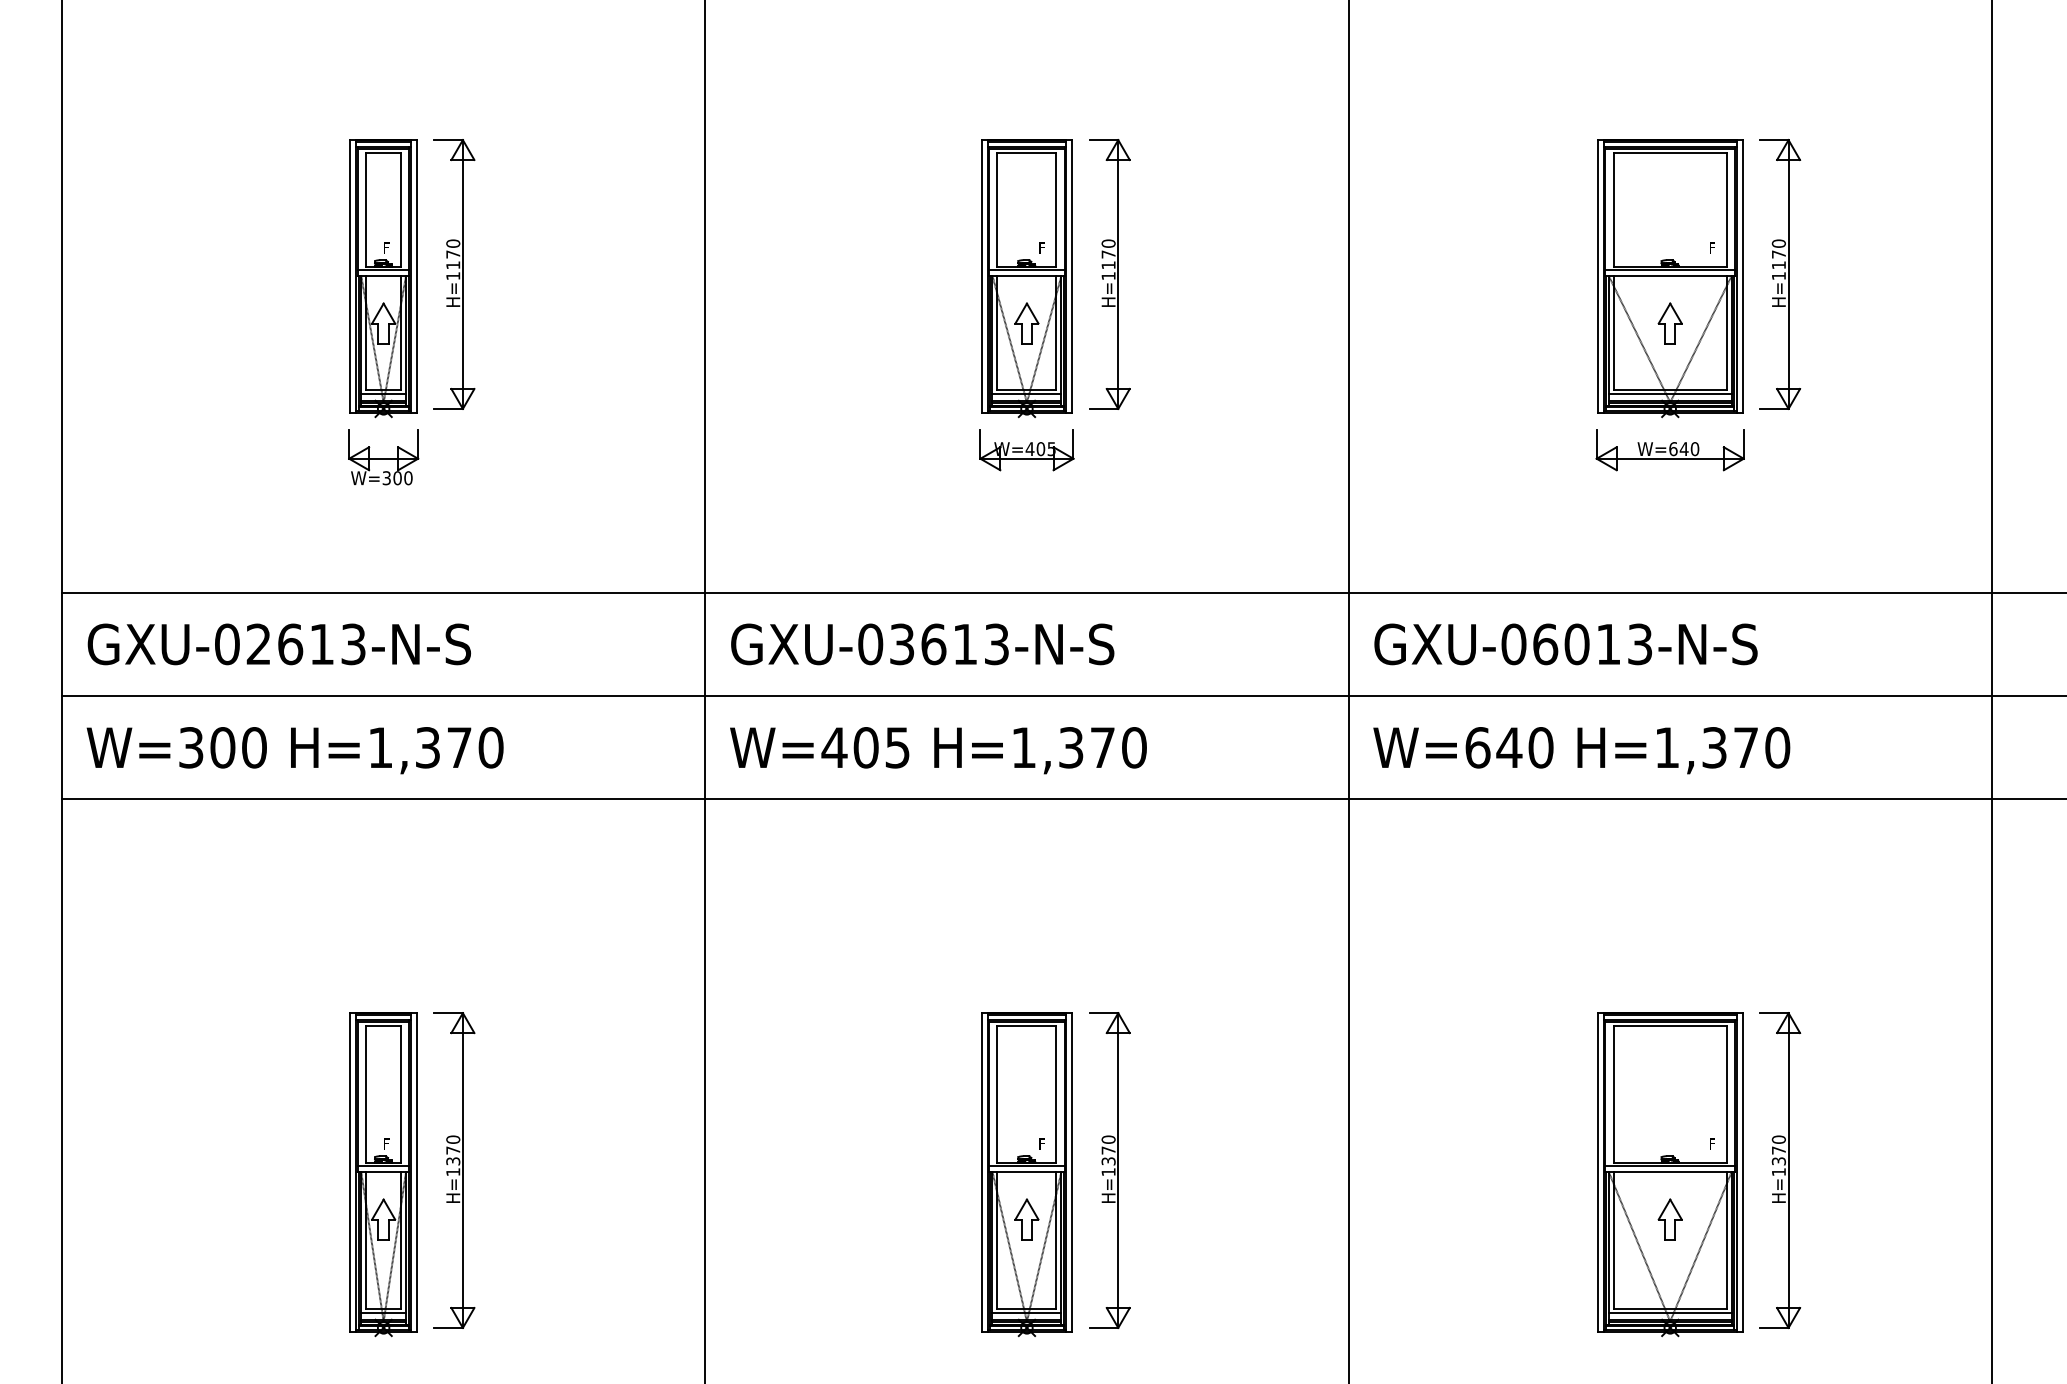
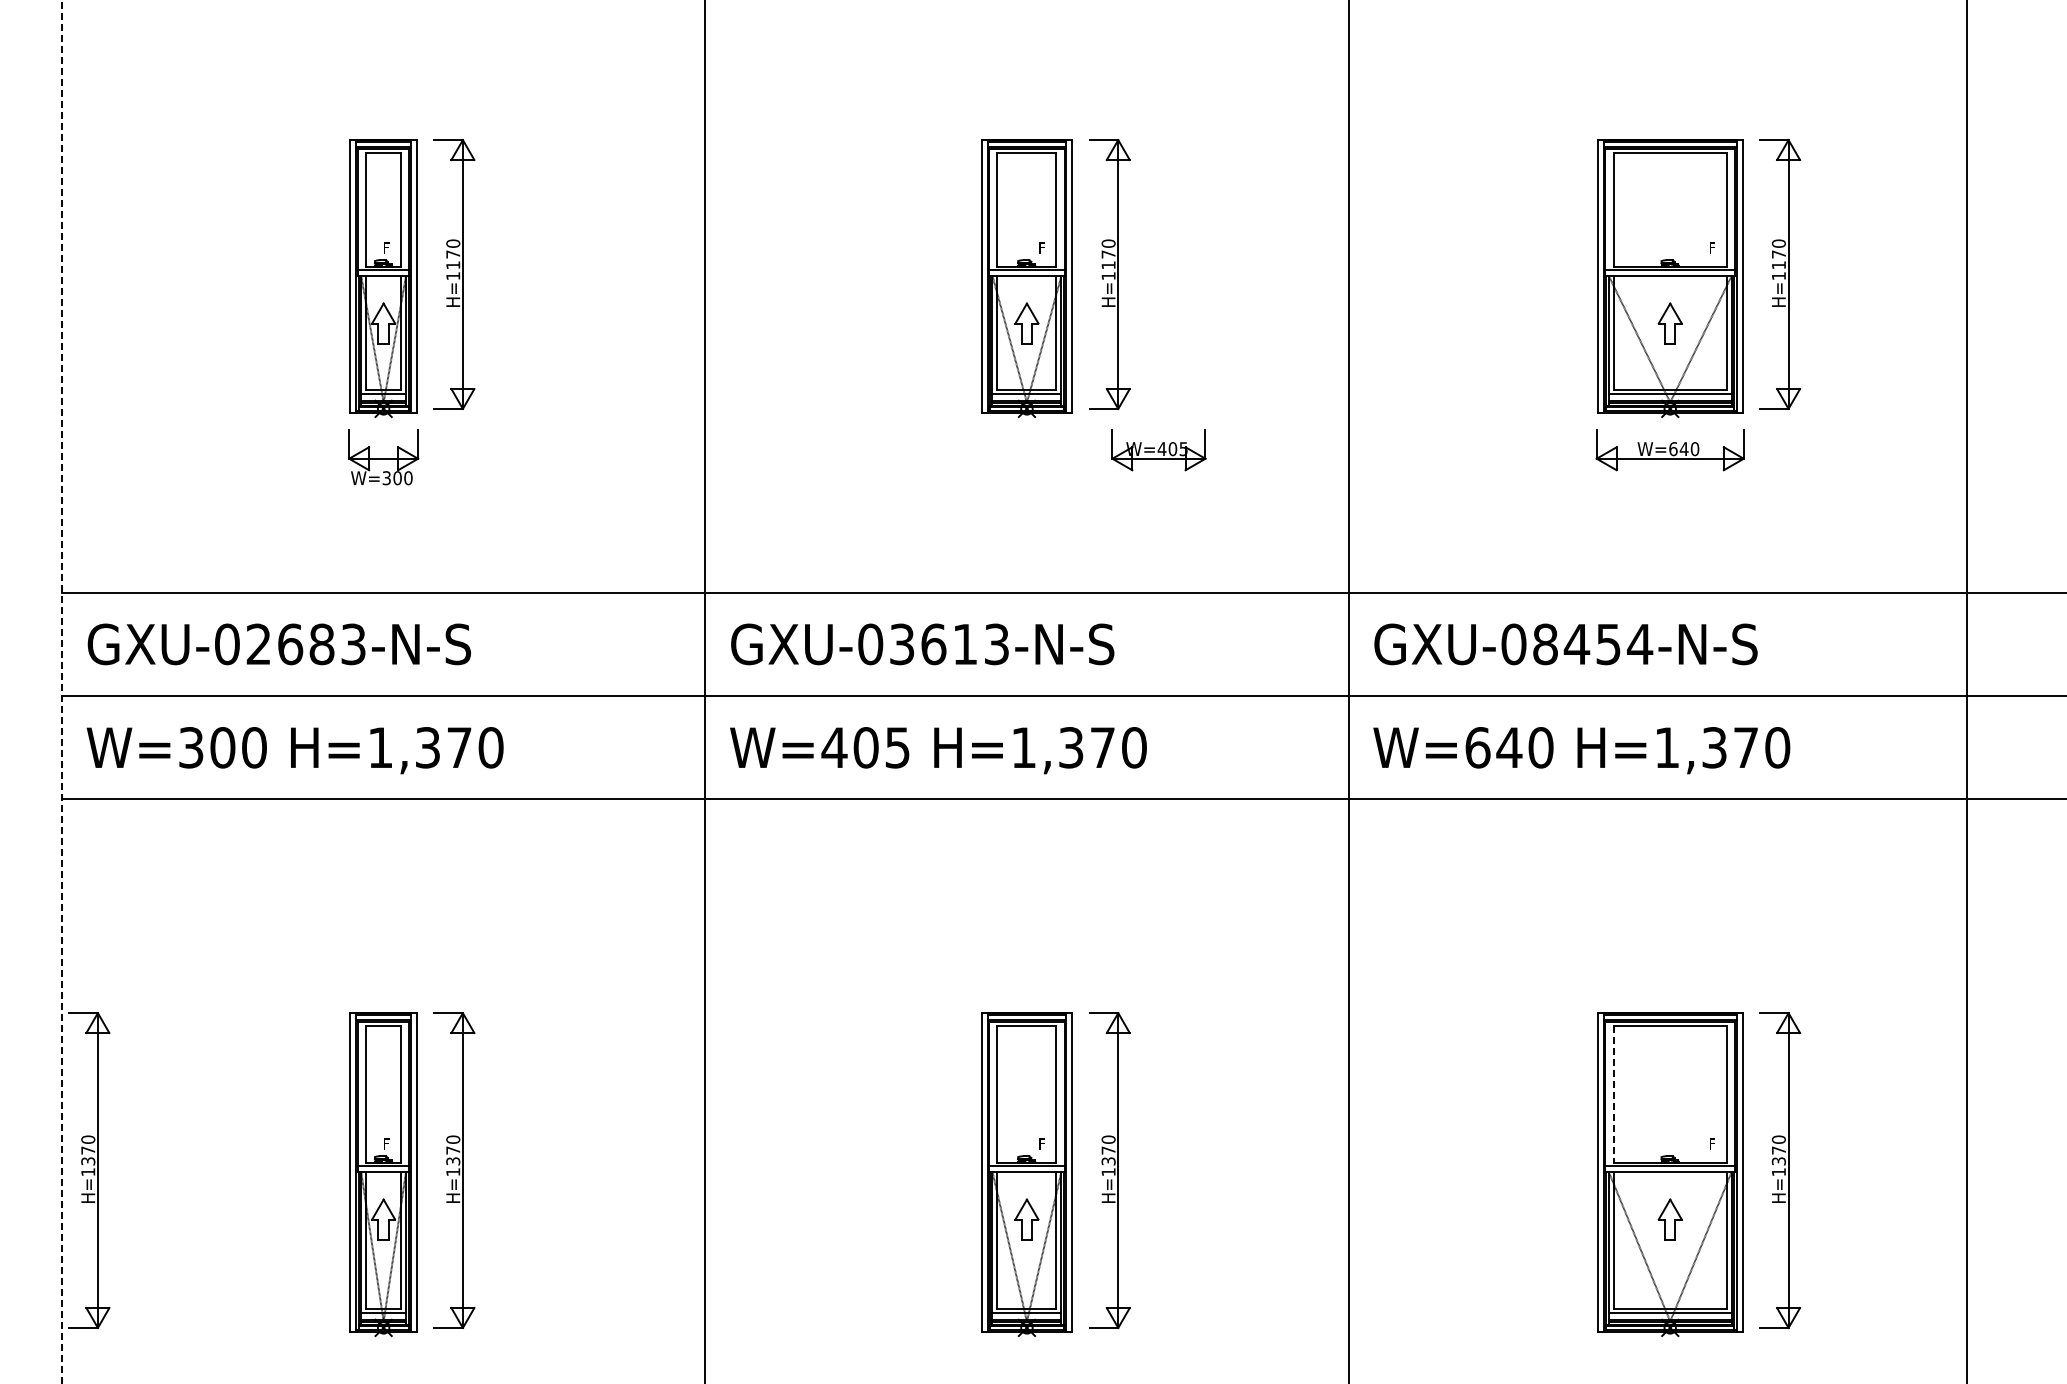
part at (1026, 450) position: (1026, 450) -> (1158, 450)
text at (321, 644): GXU-02613-N-S -> GXU-02683-N-S
text at (1593, 644): GXU-06013-N-S -> GXU-08454-N-S
line at (1991, 691) position: (1991, 691) -> (1966, 691)
line at (62, 692): solid -> dashed
line at (1613, 1094): solid -> dashed
part at (89, 1170): none -> present
